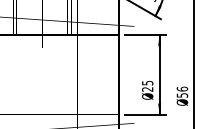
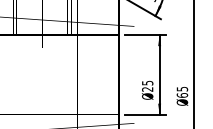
text at (182, 91): 56 -> 65
